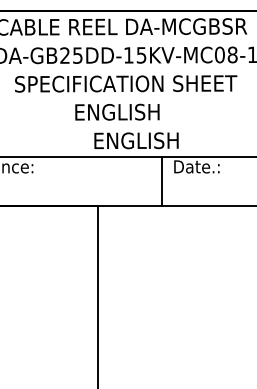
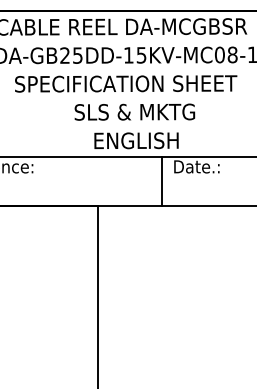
text at (134, 111): ENGLISH -> SLS & MKTG
